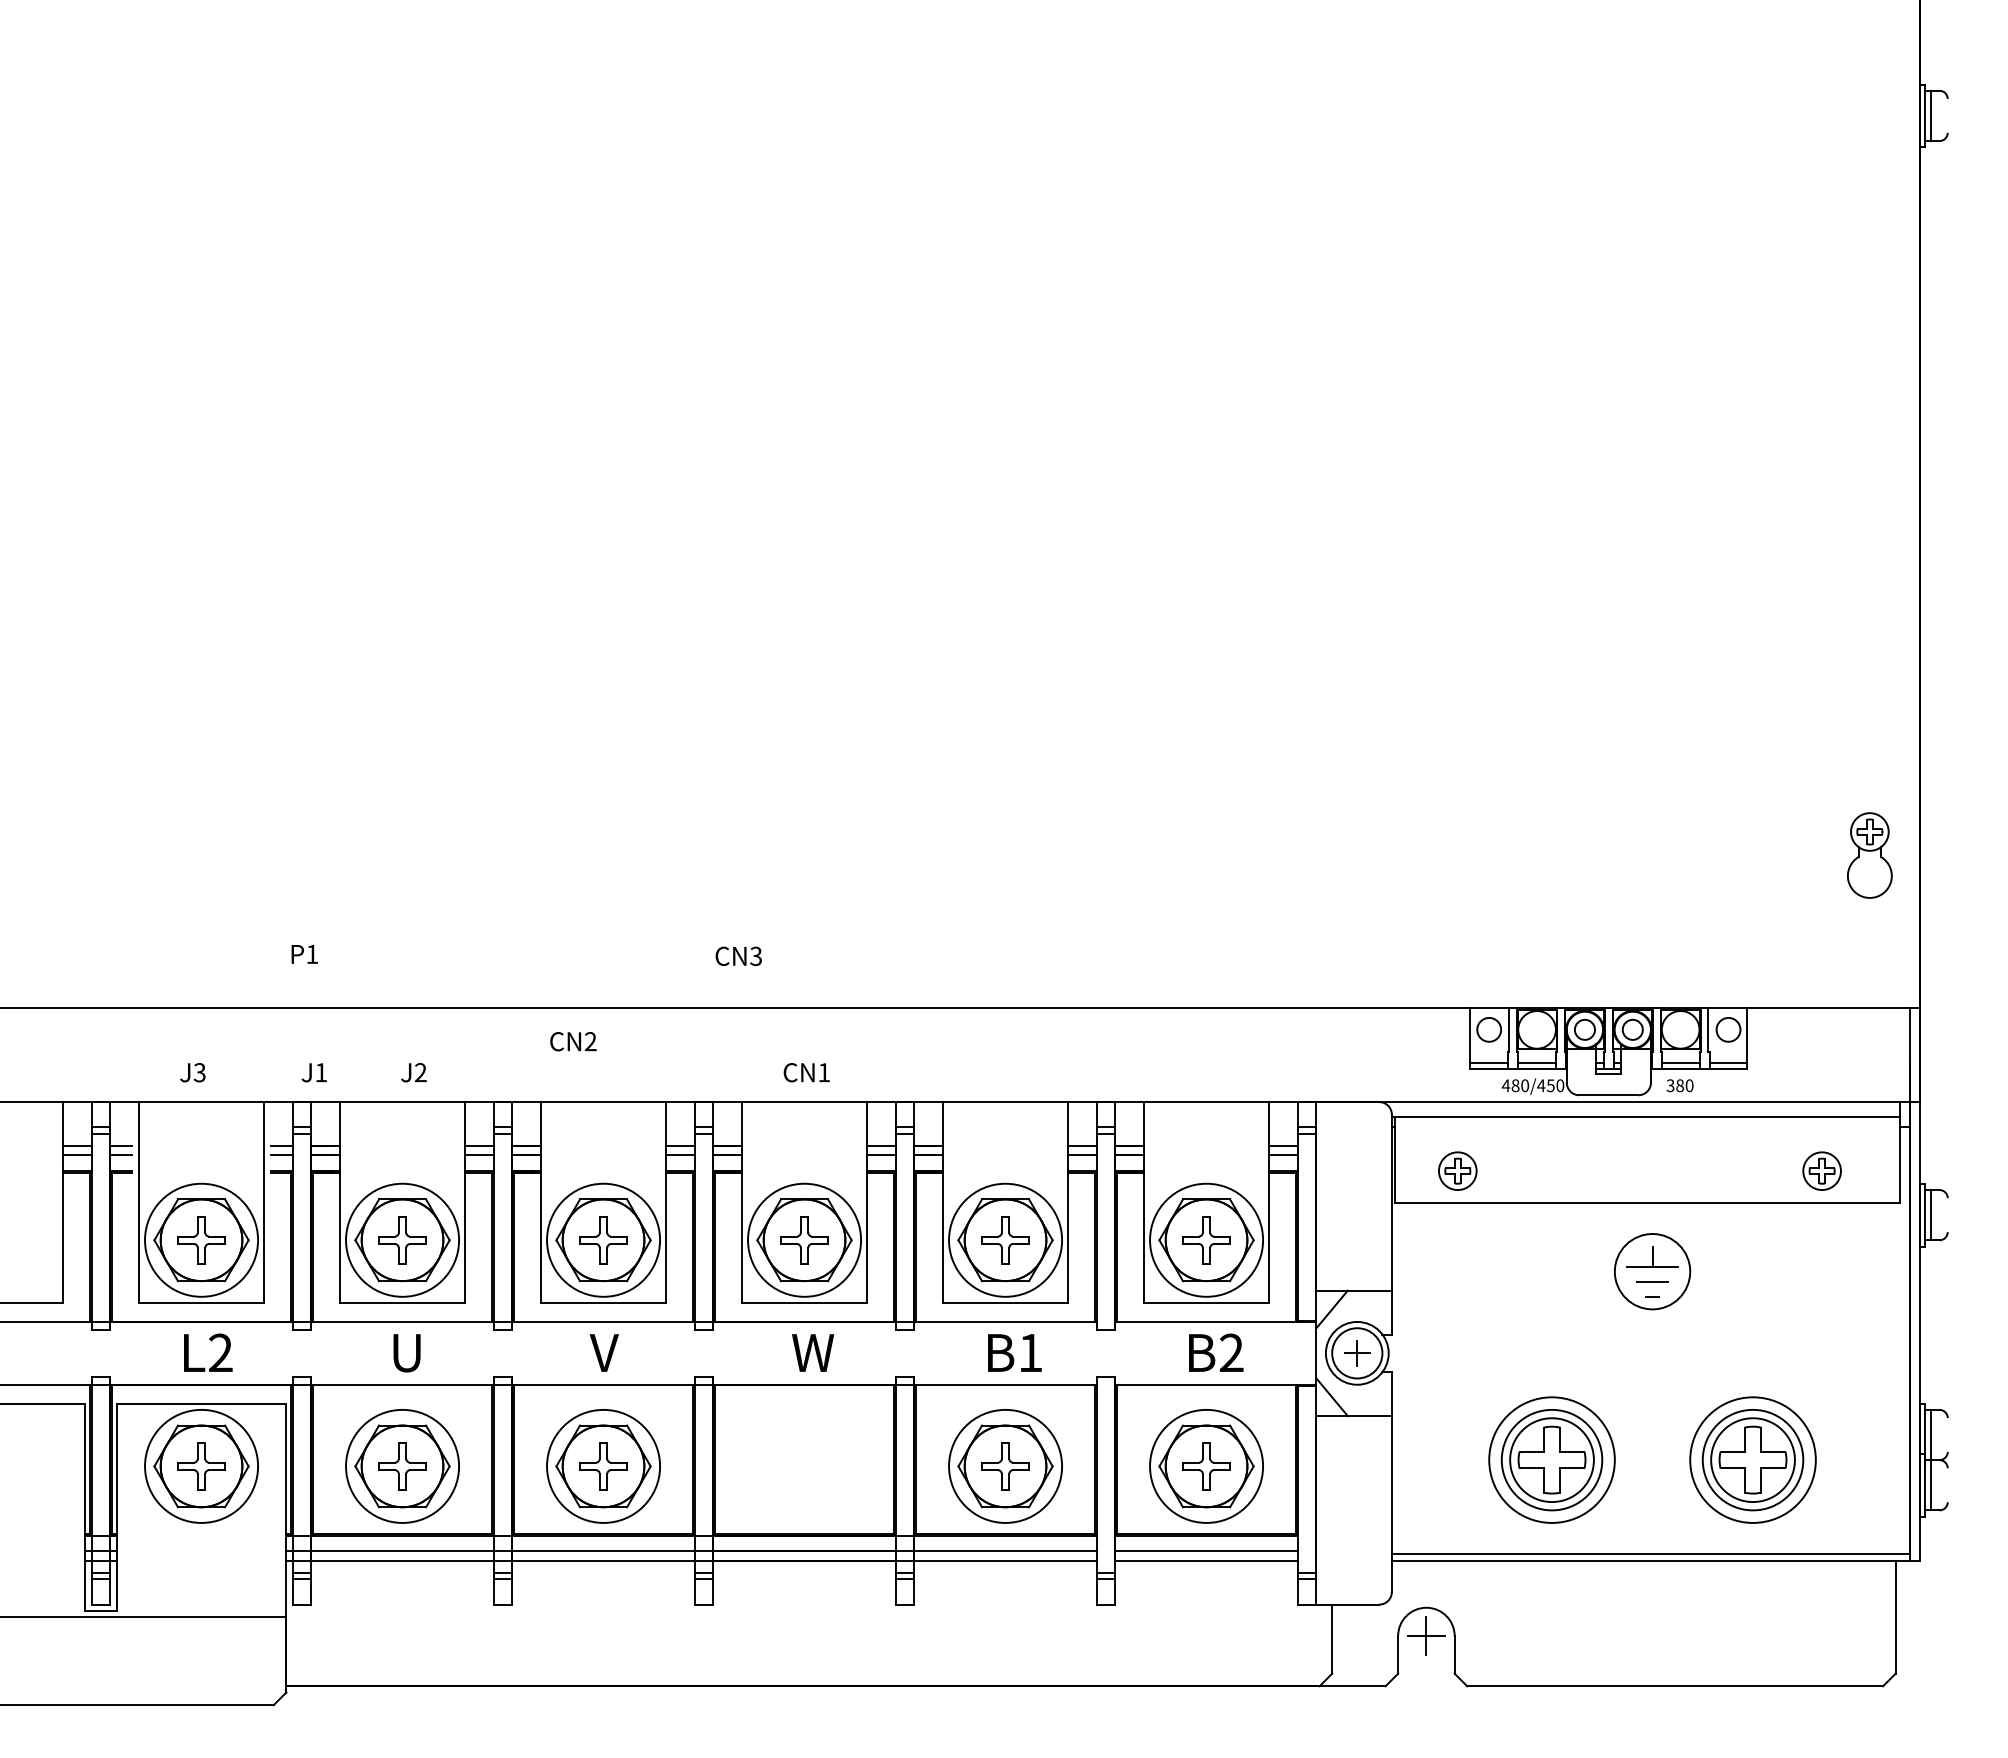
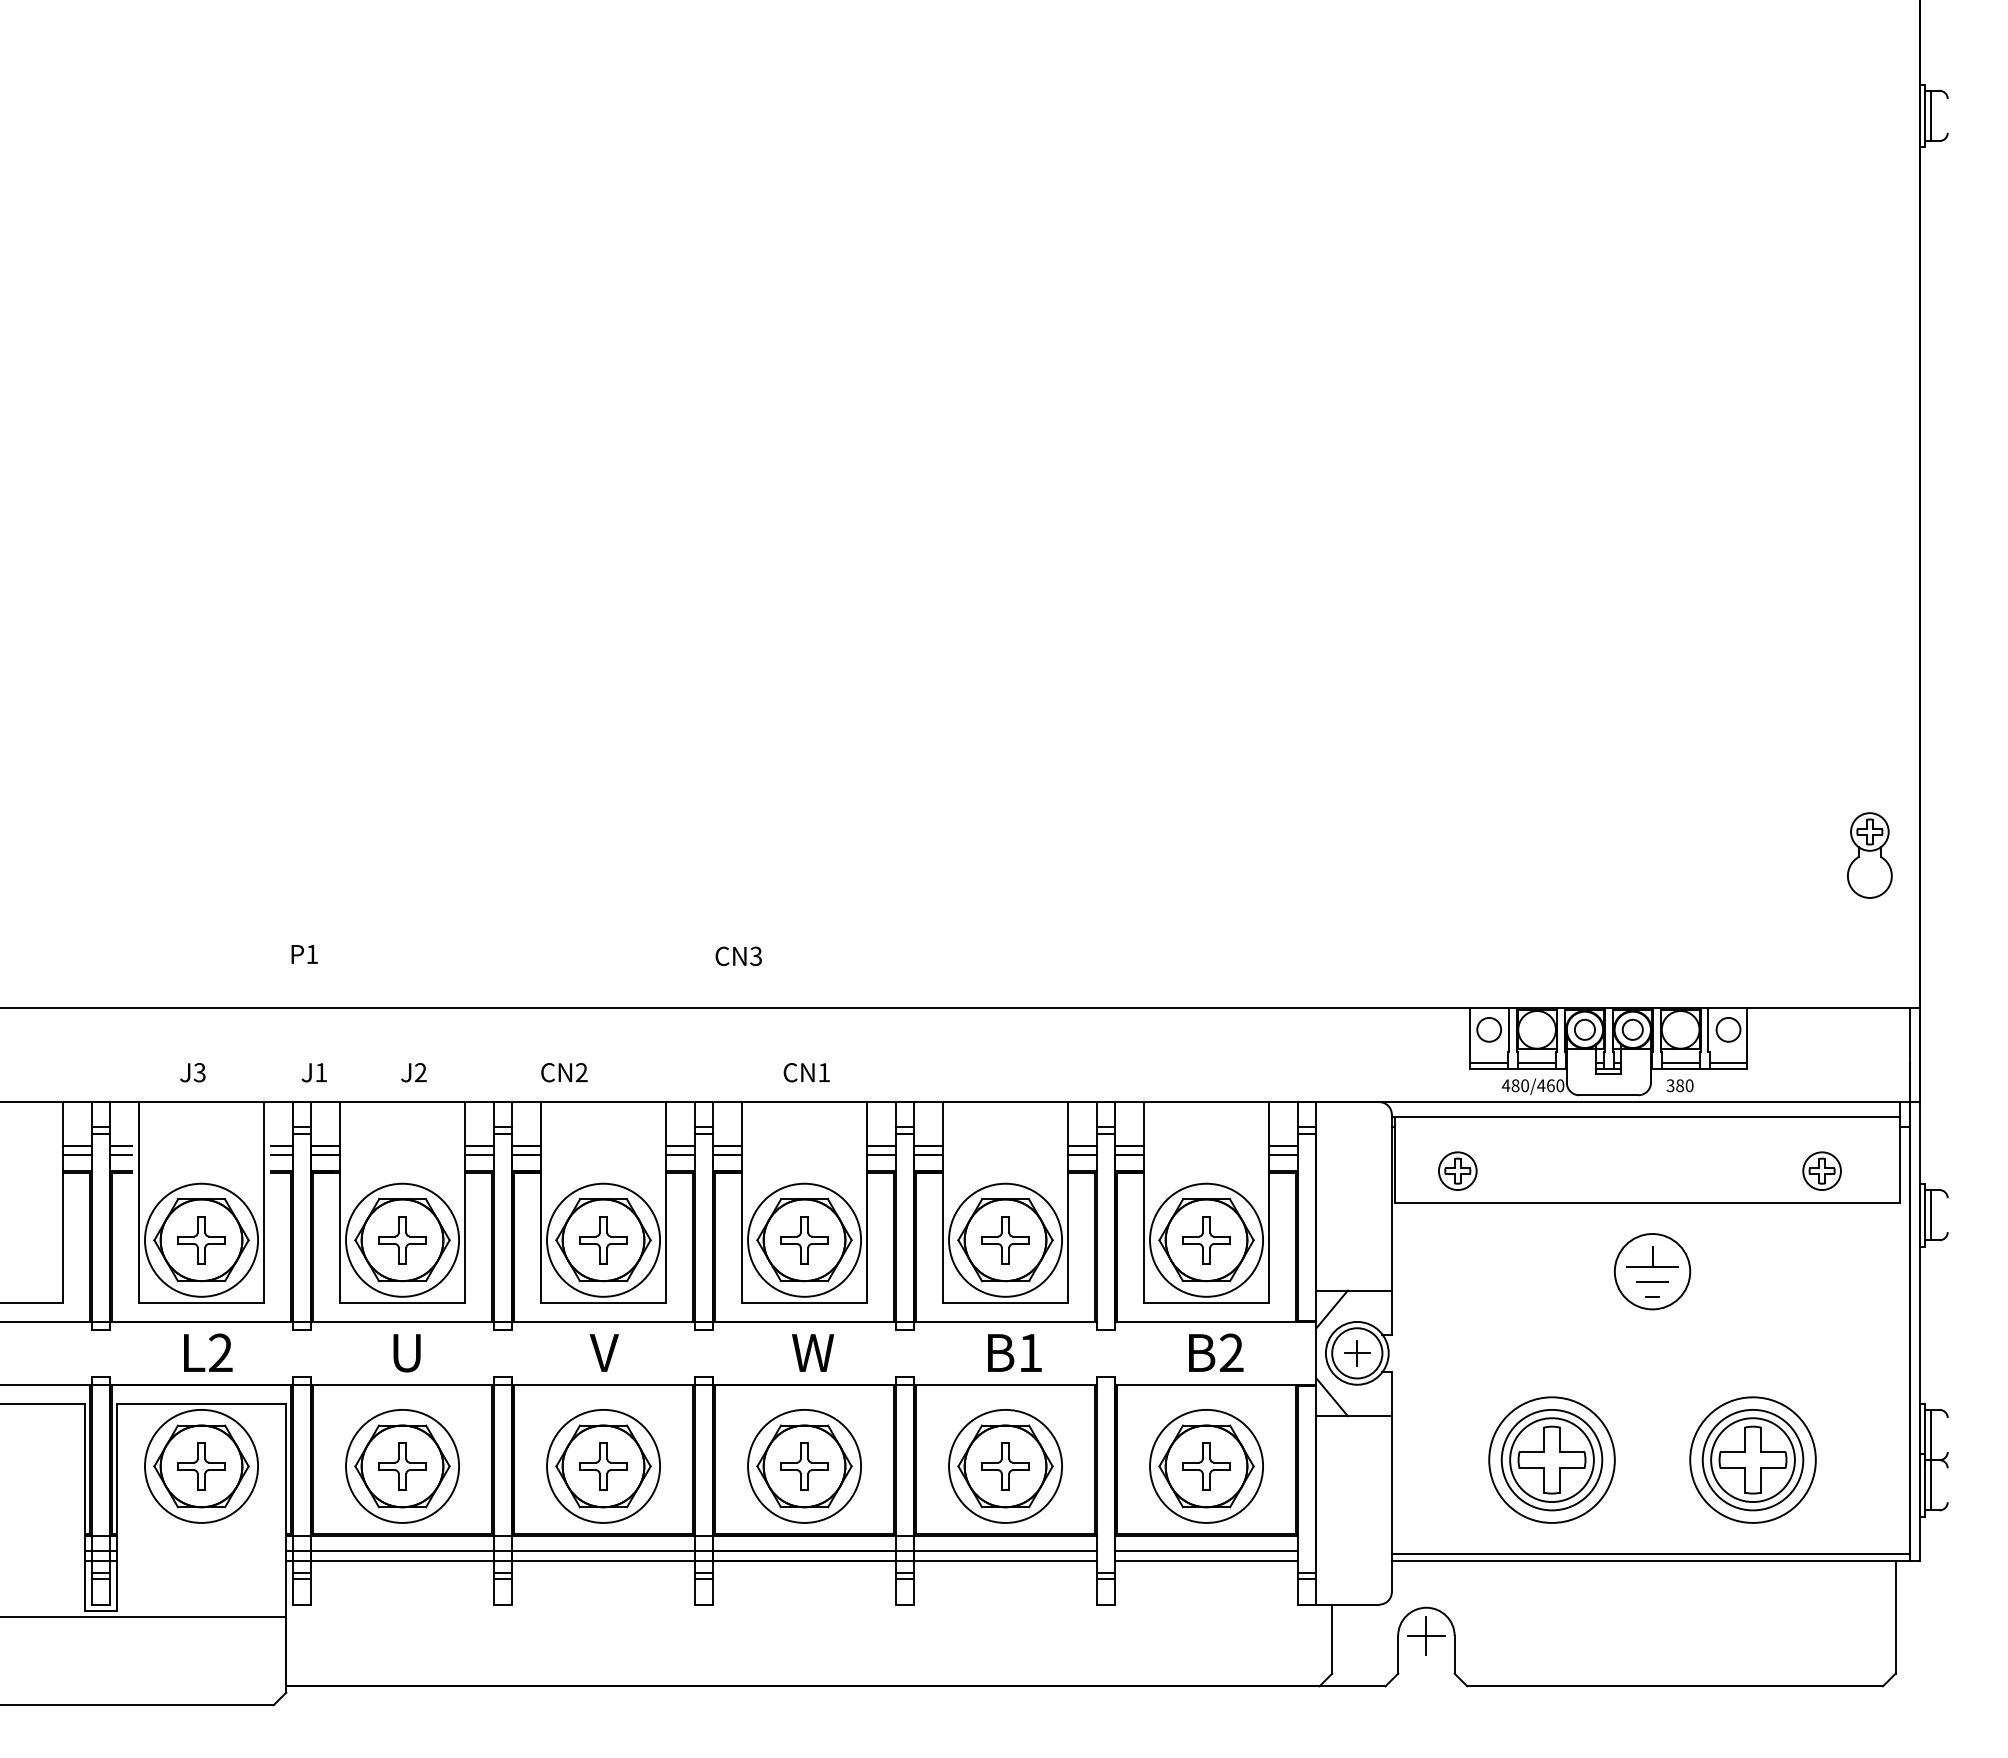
text at (573, 1041) position: (573, 1041) -> (564, 1072)
text at (1550, 1085): 480/450 -> 480/460
part at (804, 1466): none -> present
